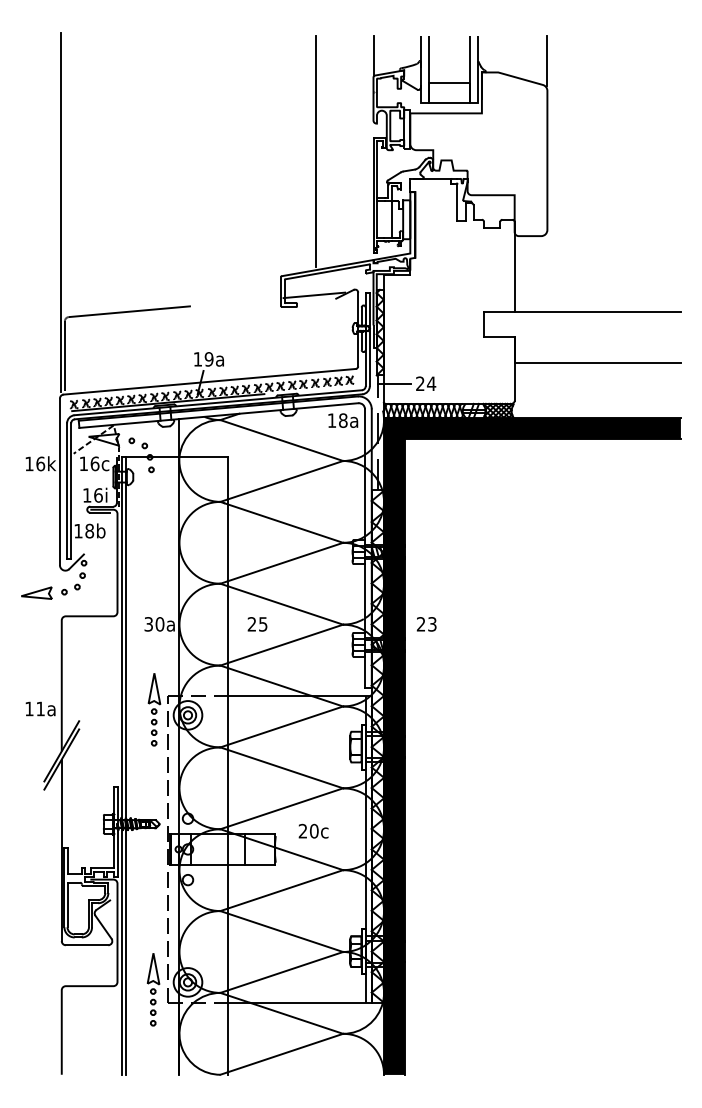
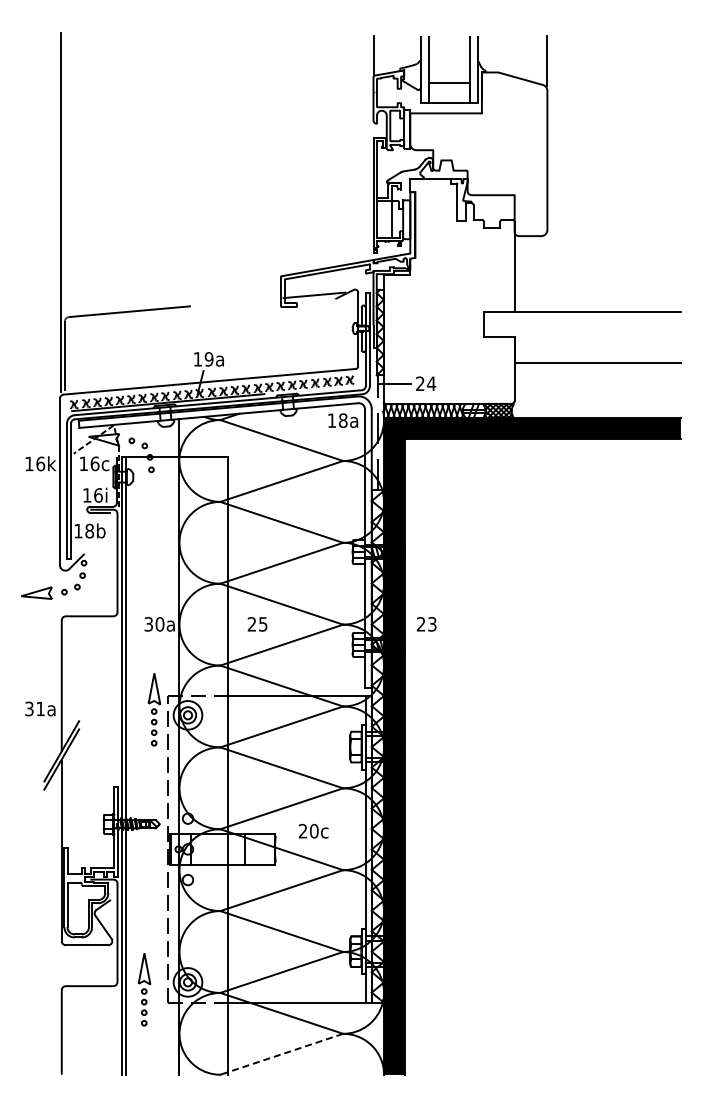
line at (316, 151): present -> none
text at (29, 708): 11a -> 31a
part at (153, 989) position: (153, 989) -> (144, 989)
line at (285, 1053): solid -> dashed
